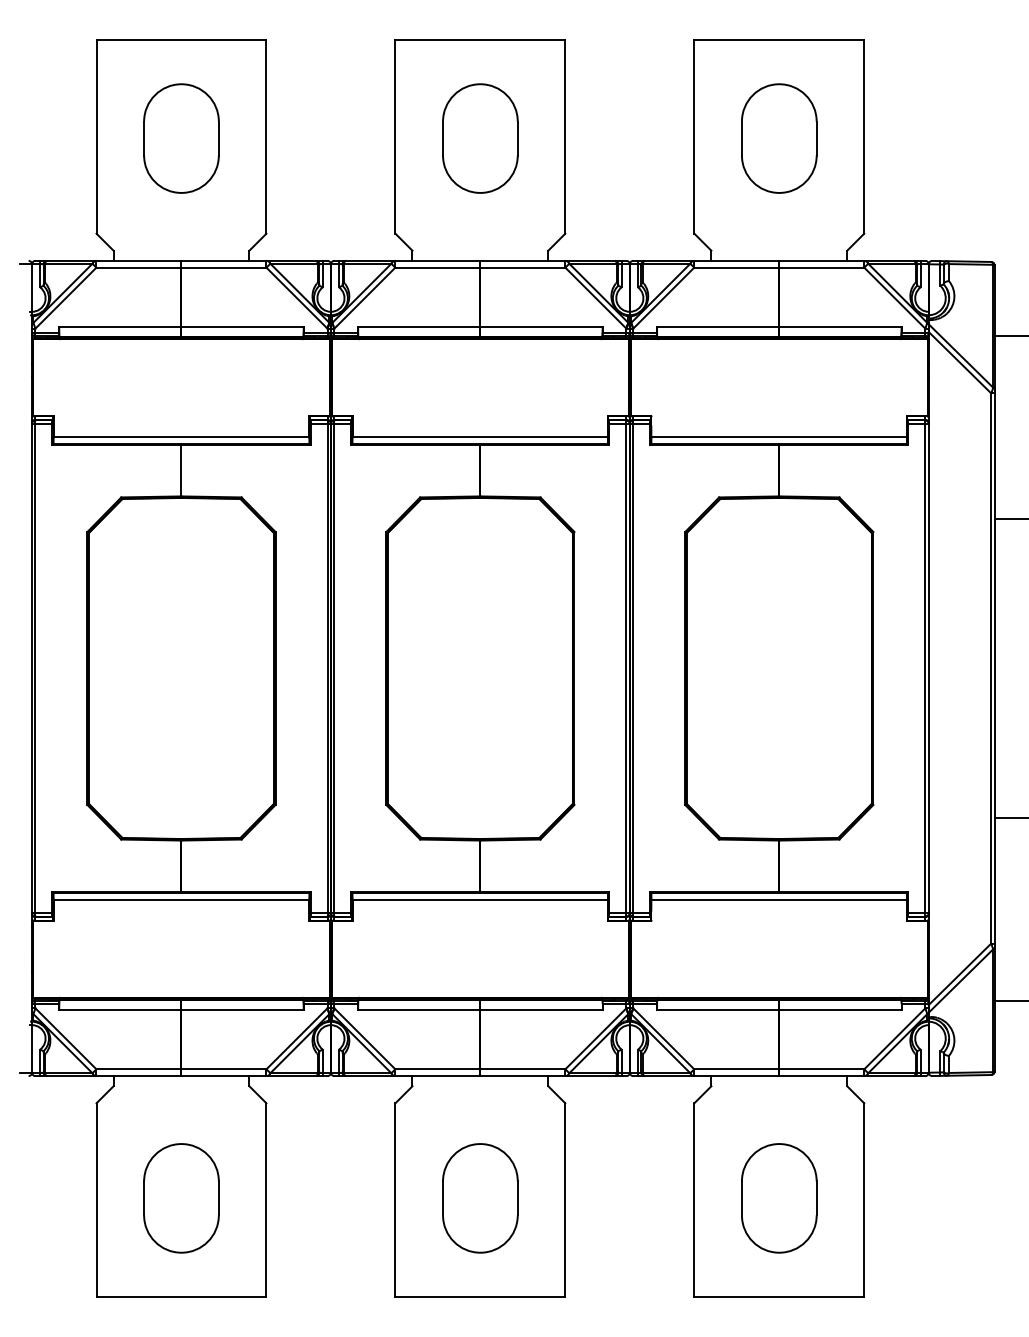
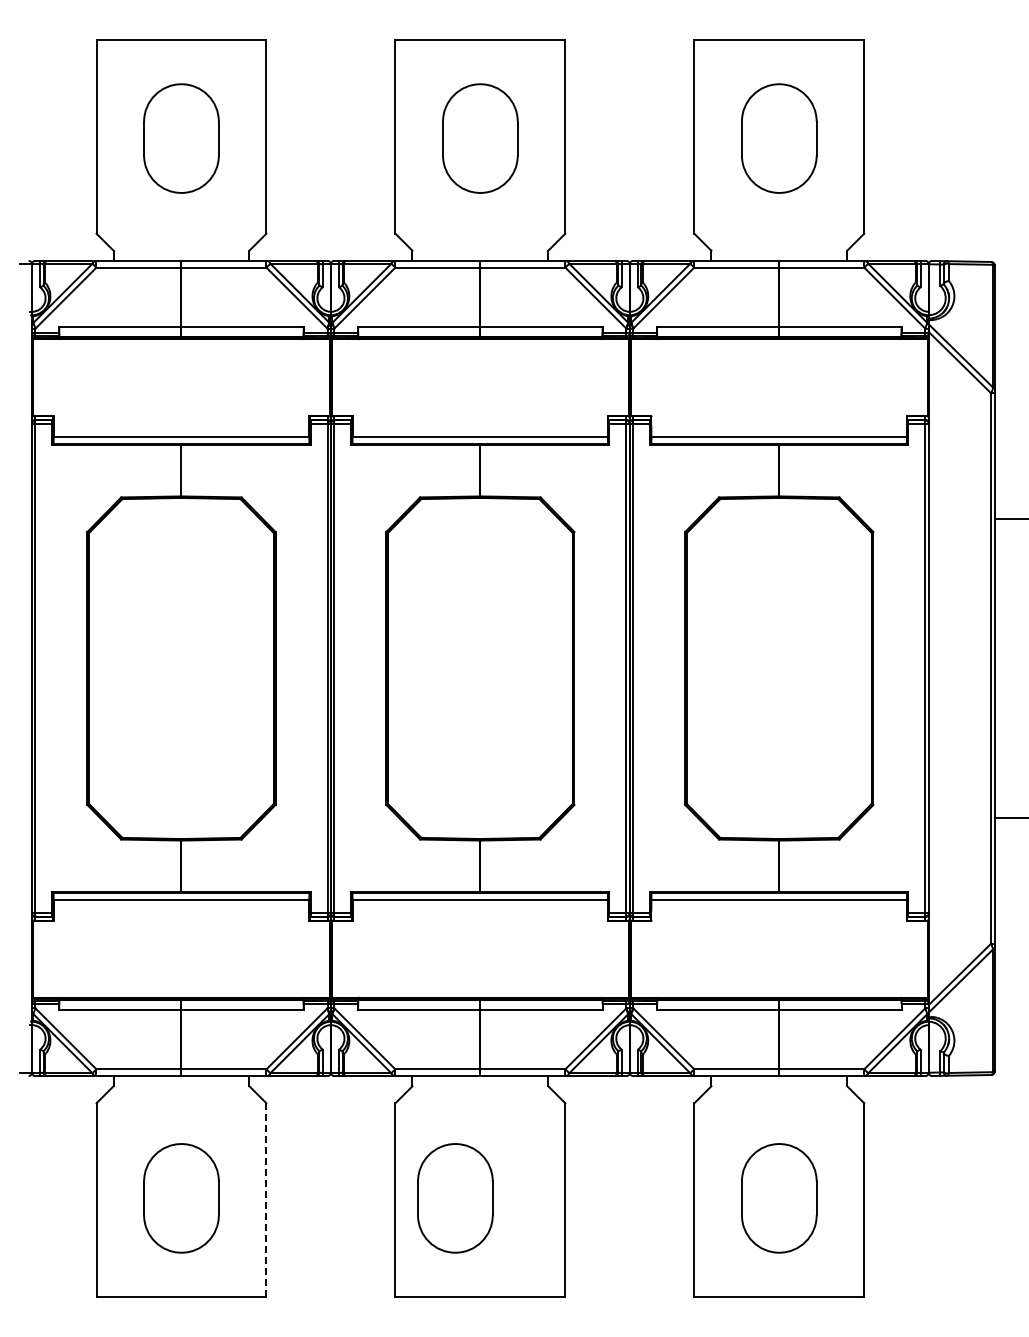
line at (1009, 335): present -> none
line at (1009, 1001): present -> none
part at (480, 1198) position: (480, 1198) -> (455, 1198)
line at (266, 1200): solid -> dashed
